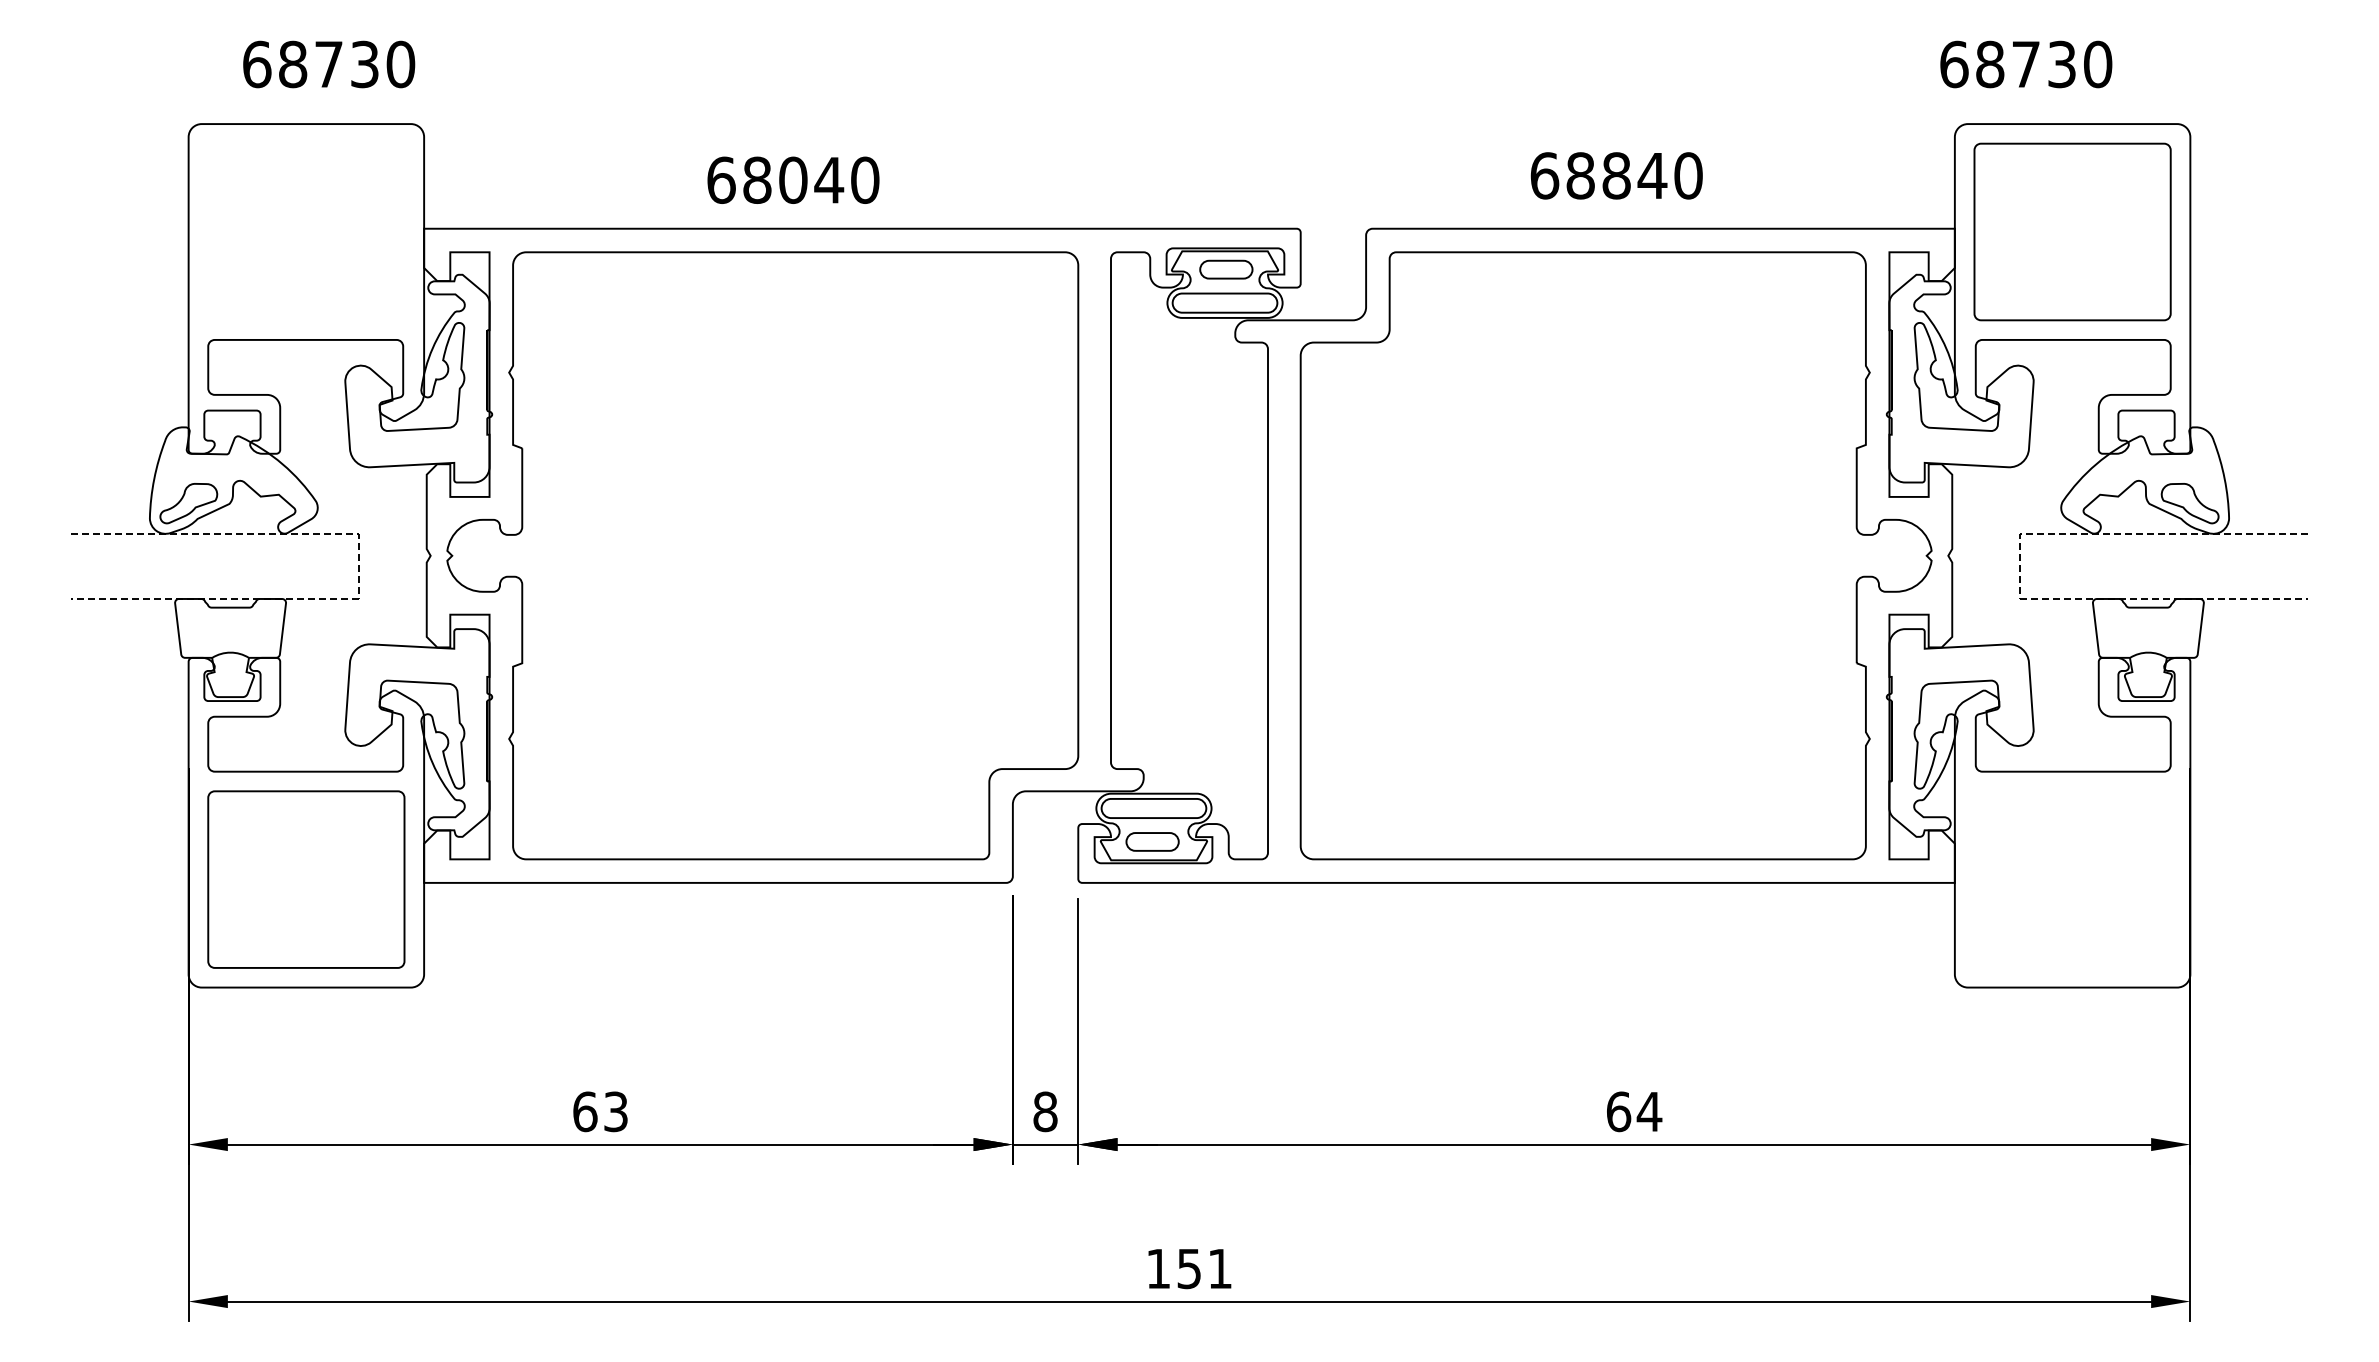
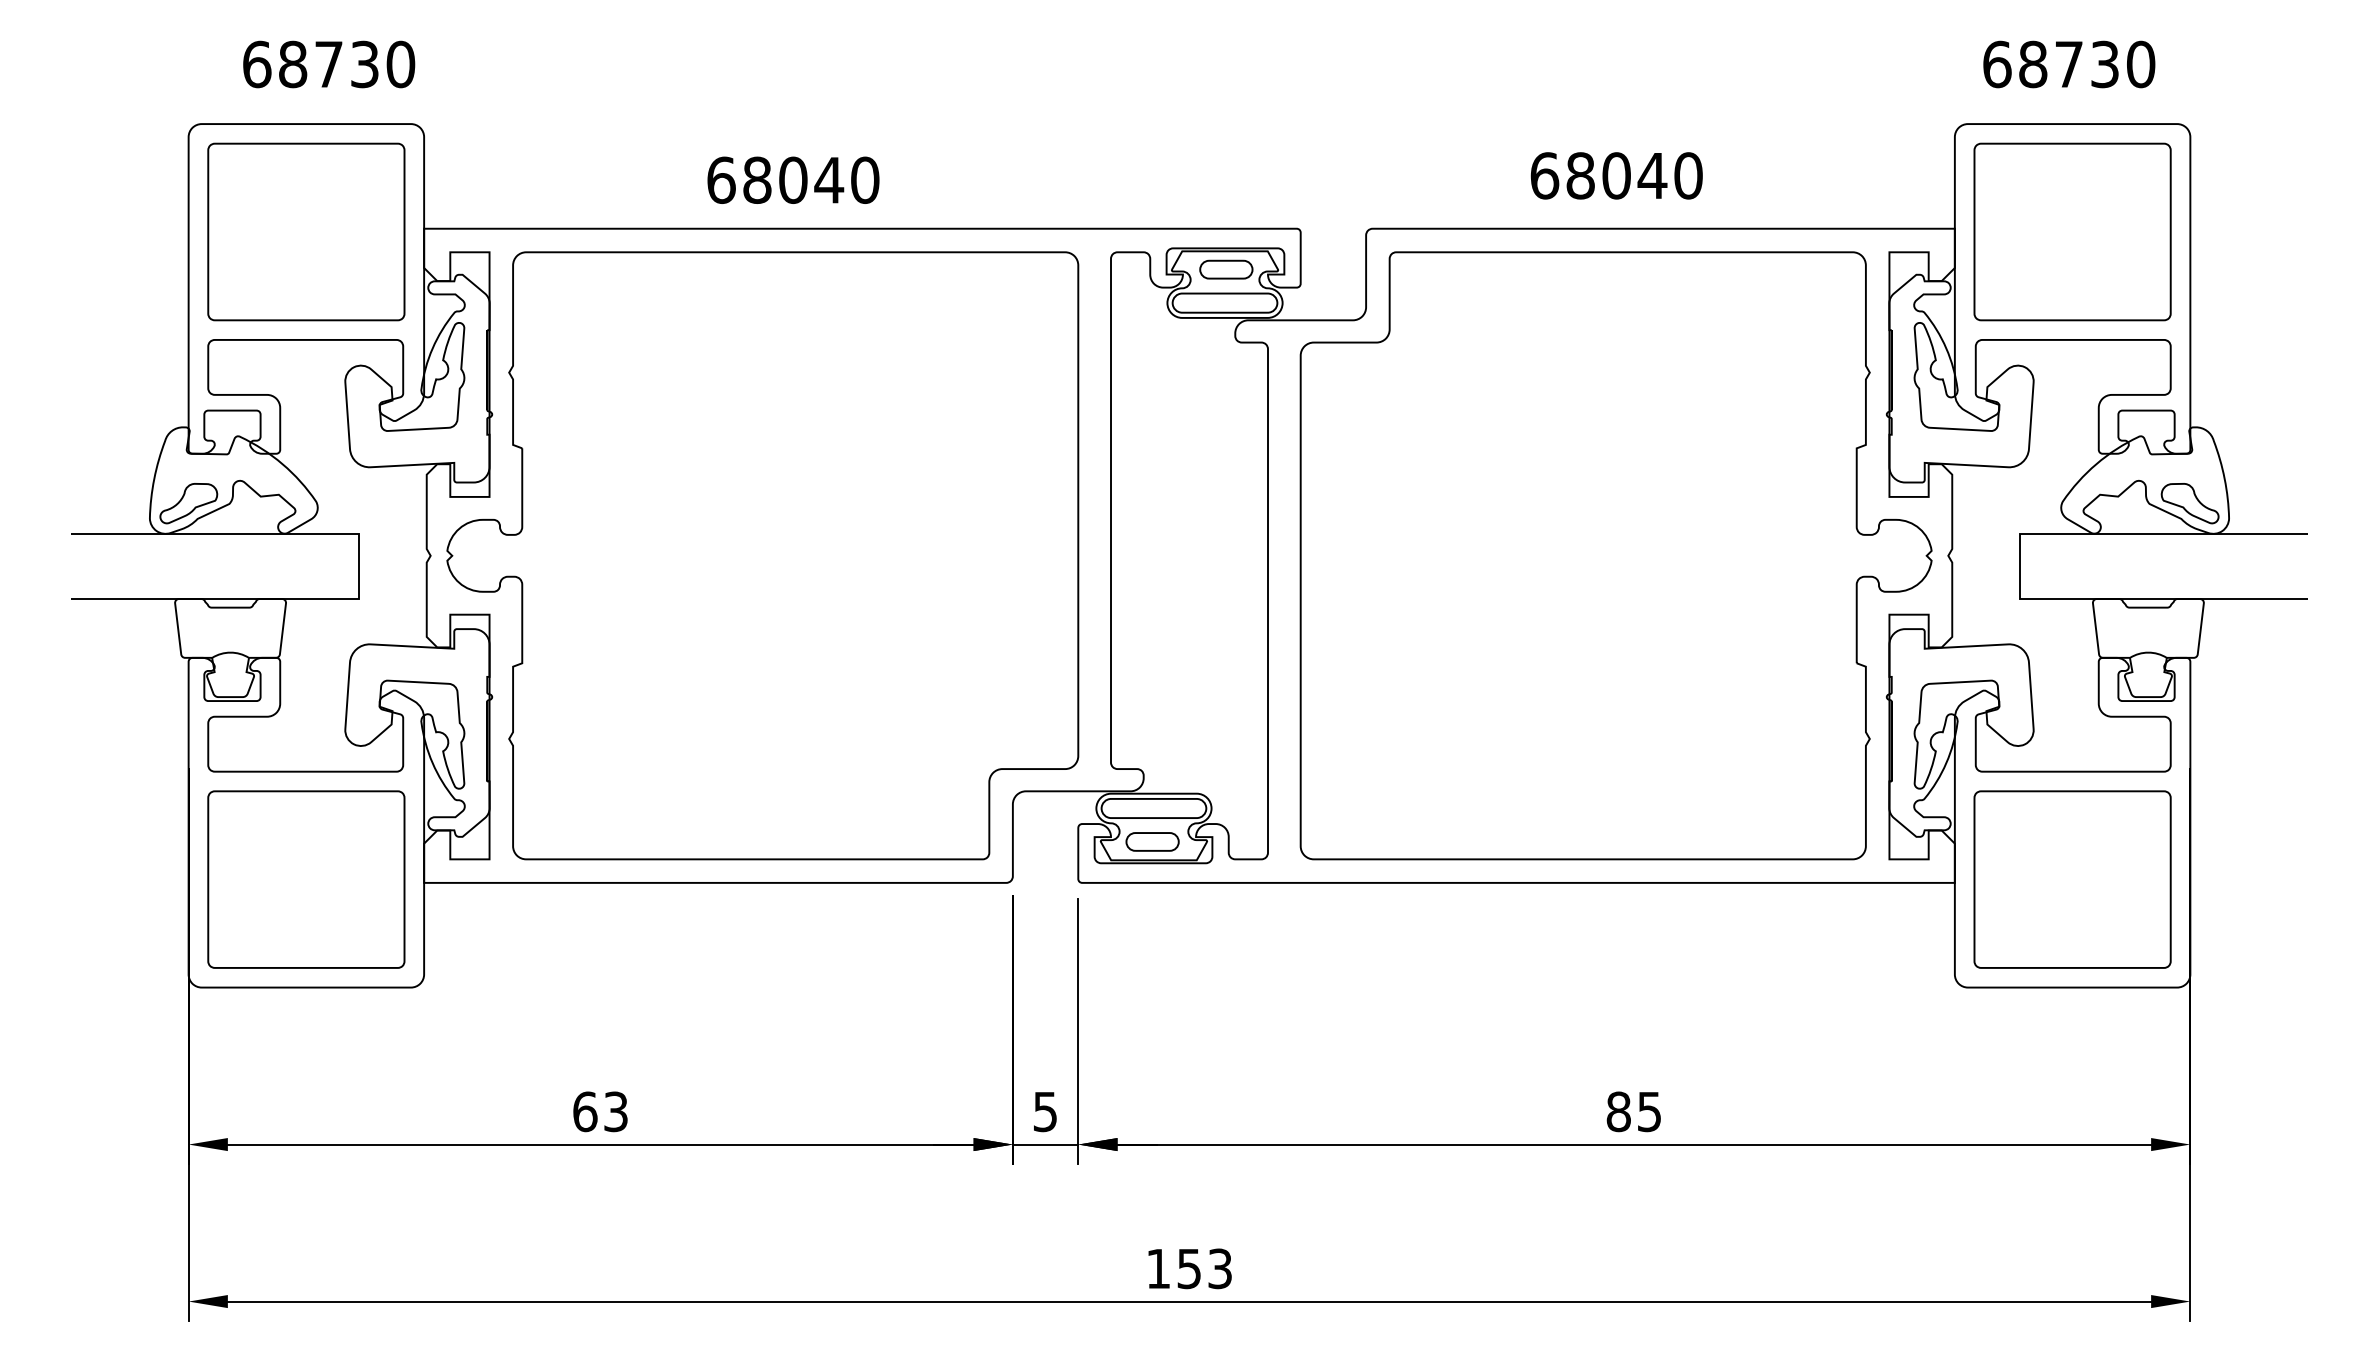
text at (2026, 64) position: (2026, 64) -> (2069, 64)
text at (1616, 175): 68840 -> 68040
part at (306, 231): none -> present
line at (358, 566): dashed -> solid
line at (2020, 566): dashed -> solid
part at (2072, 879): none -> present
text at (1045, 1111): 8 -> 5
text at (1634, 1111): 64 -> 85
text at (1219, 1268): 151 -> 153
